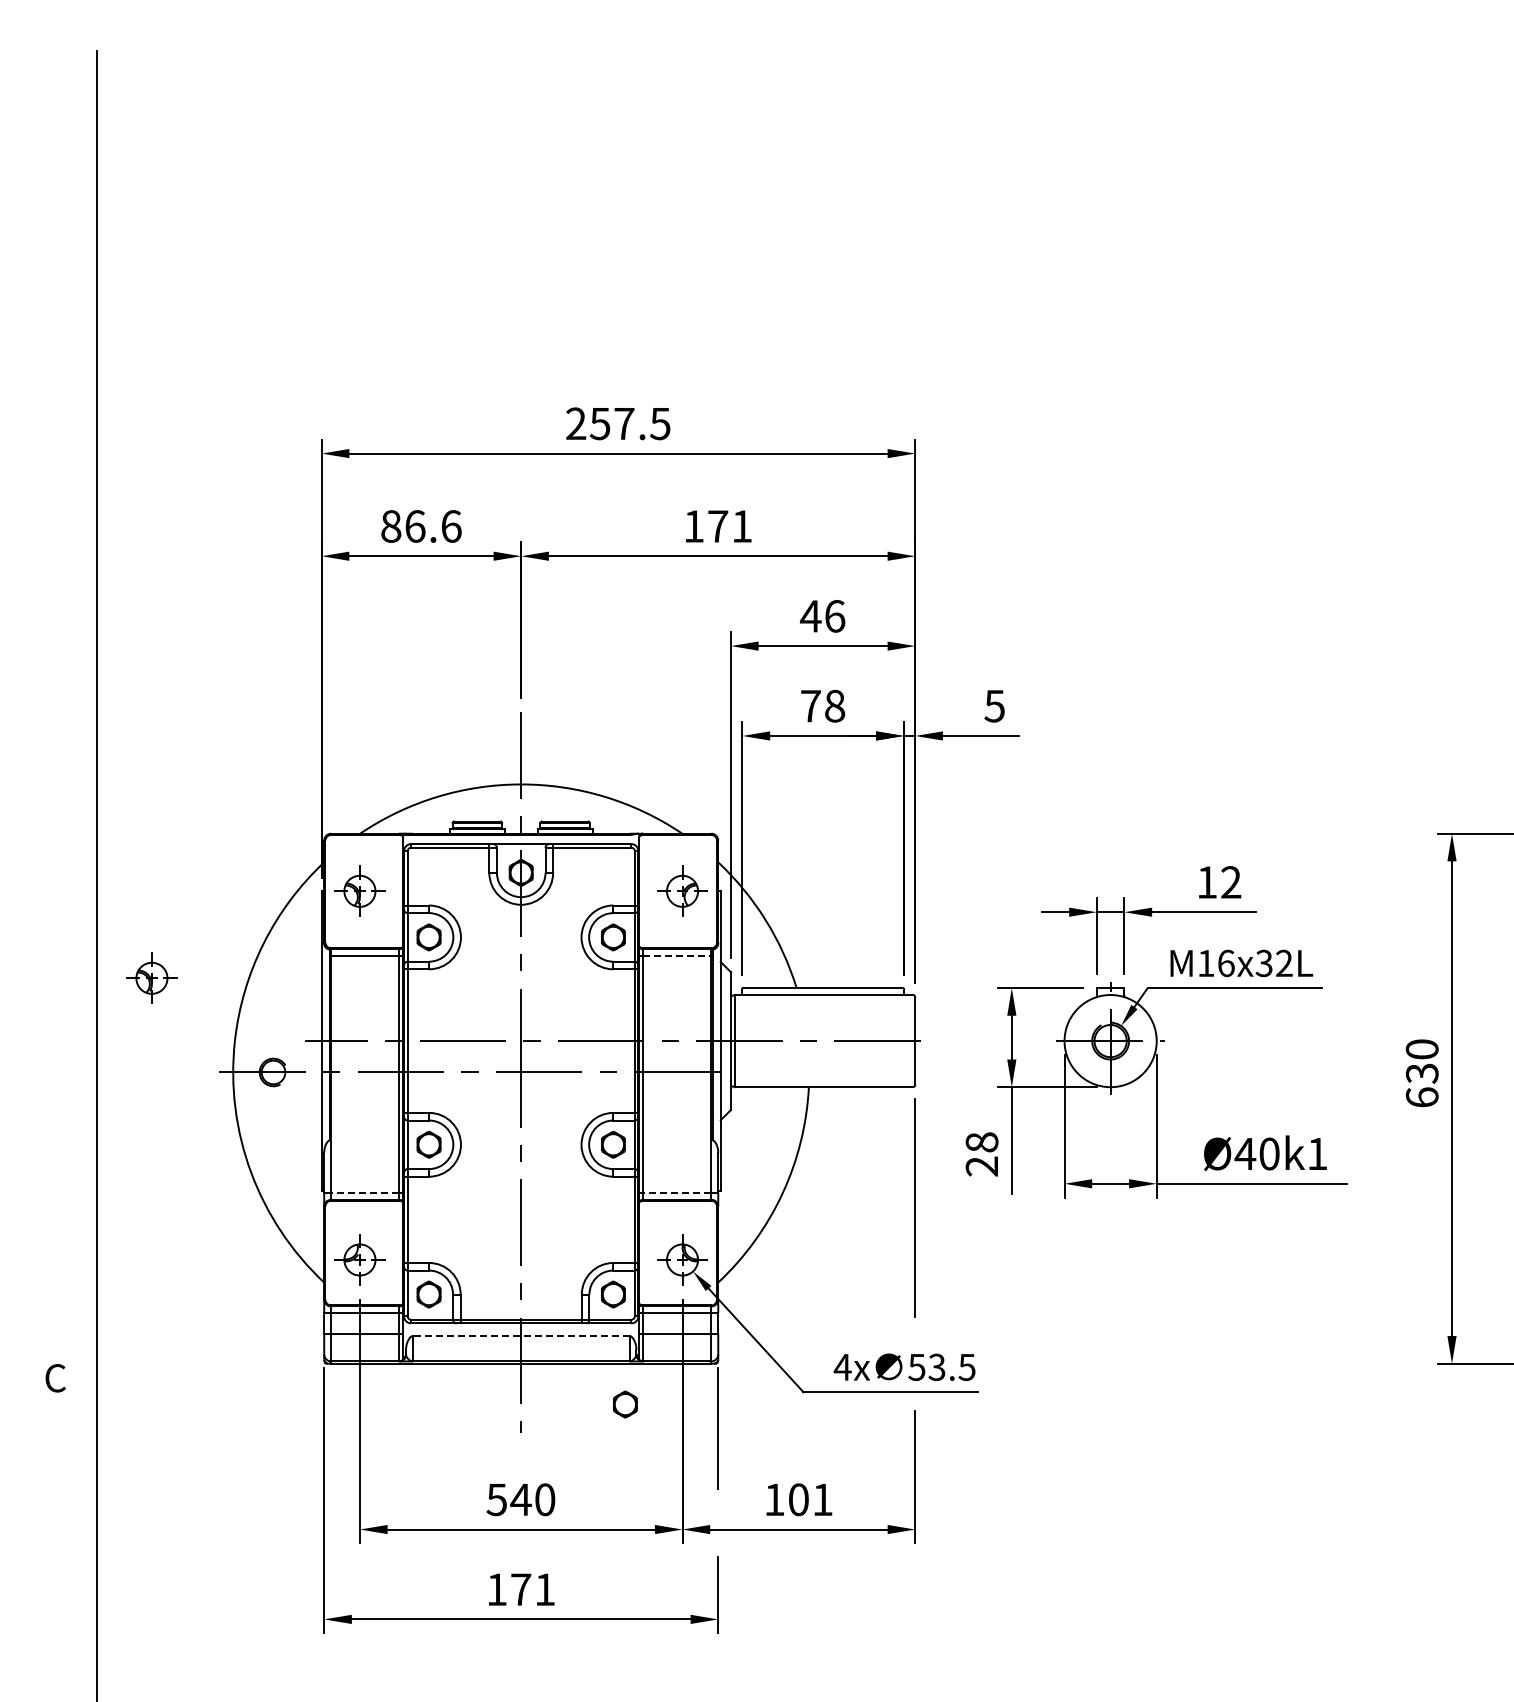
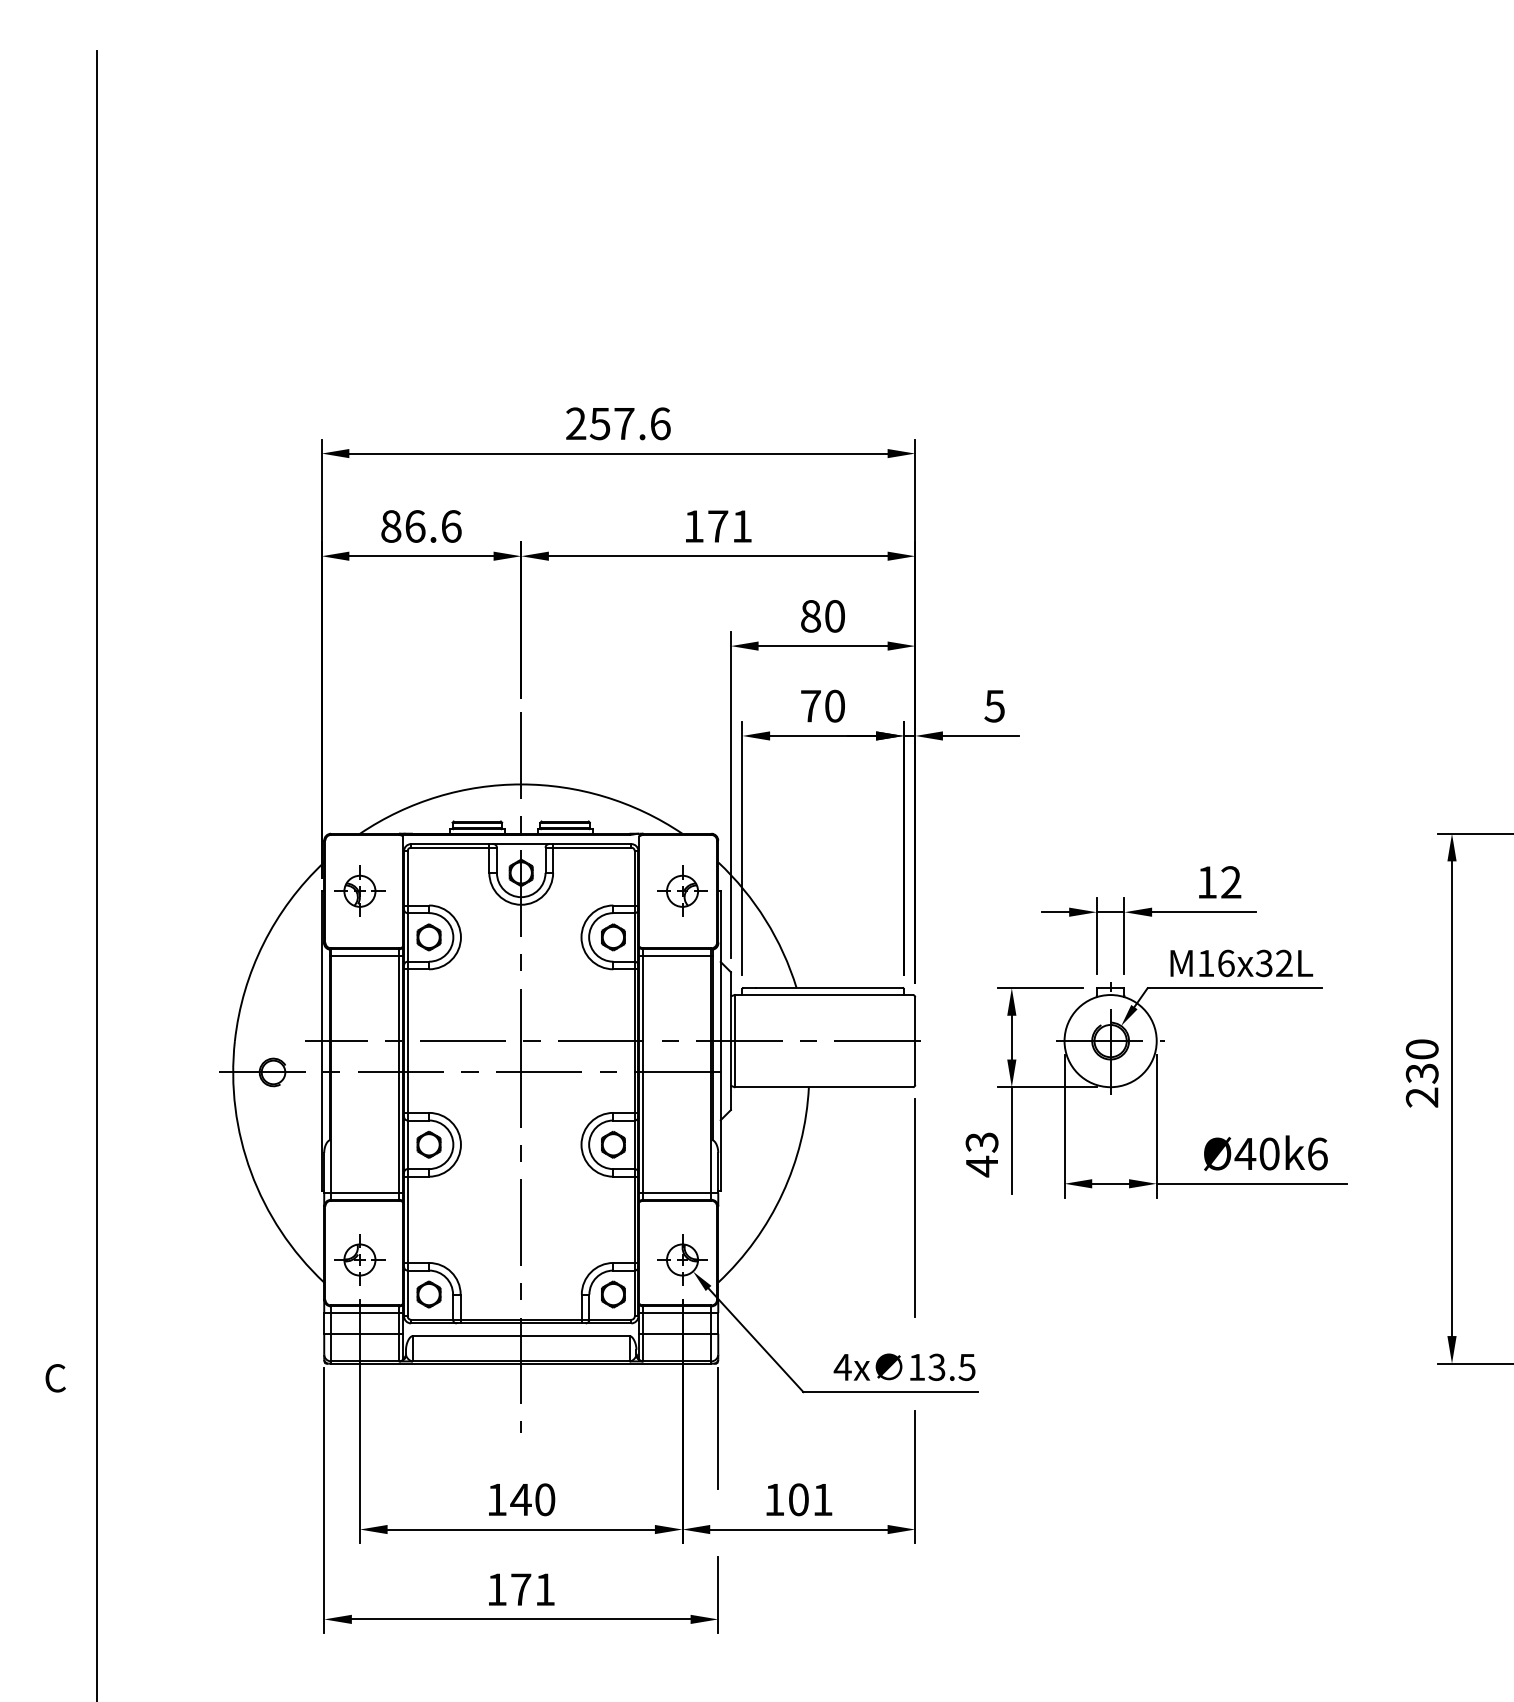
text at (660, 423): 257.5 -> 257.6
text at (822, 616): 46 -> 80
text at (835, 705): 78 -> 70
line at (677, 955): dashed -> solid
part at (151, 977): present -> none
text at (1421, 1097): 630 -> 230
text at (1317, 1153): Ø40k1 -> Ø40k6
text at (981, 1154): 28 -> 43
line at (365, 1193): dashed -> solid
line at (677, 1193): dashed -> solid
line at (520, 1336): dashed -> solid
text at (916, 1367): 53.5 -> 13.5
part at (625, 1404): present -> none
text at (496, 1500): 540 -> 140
